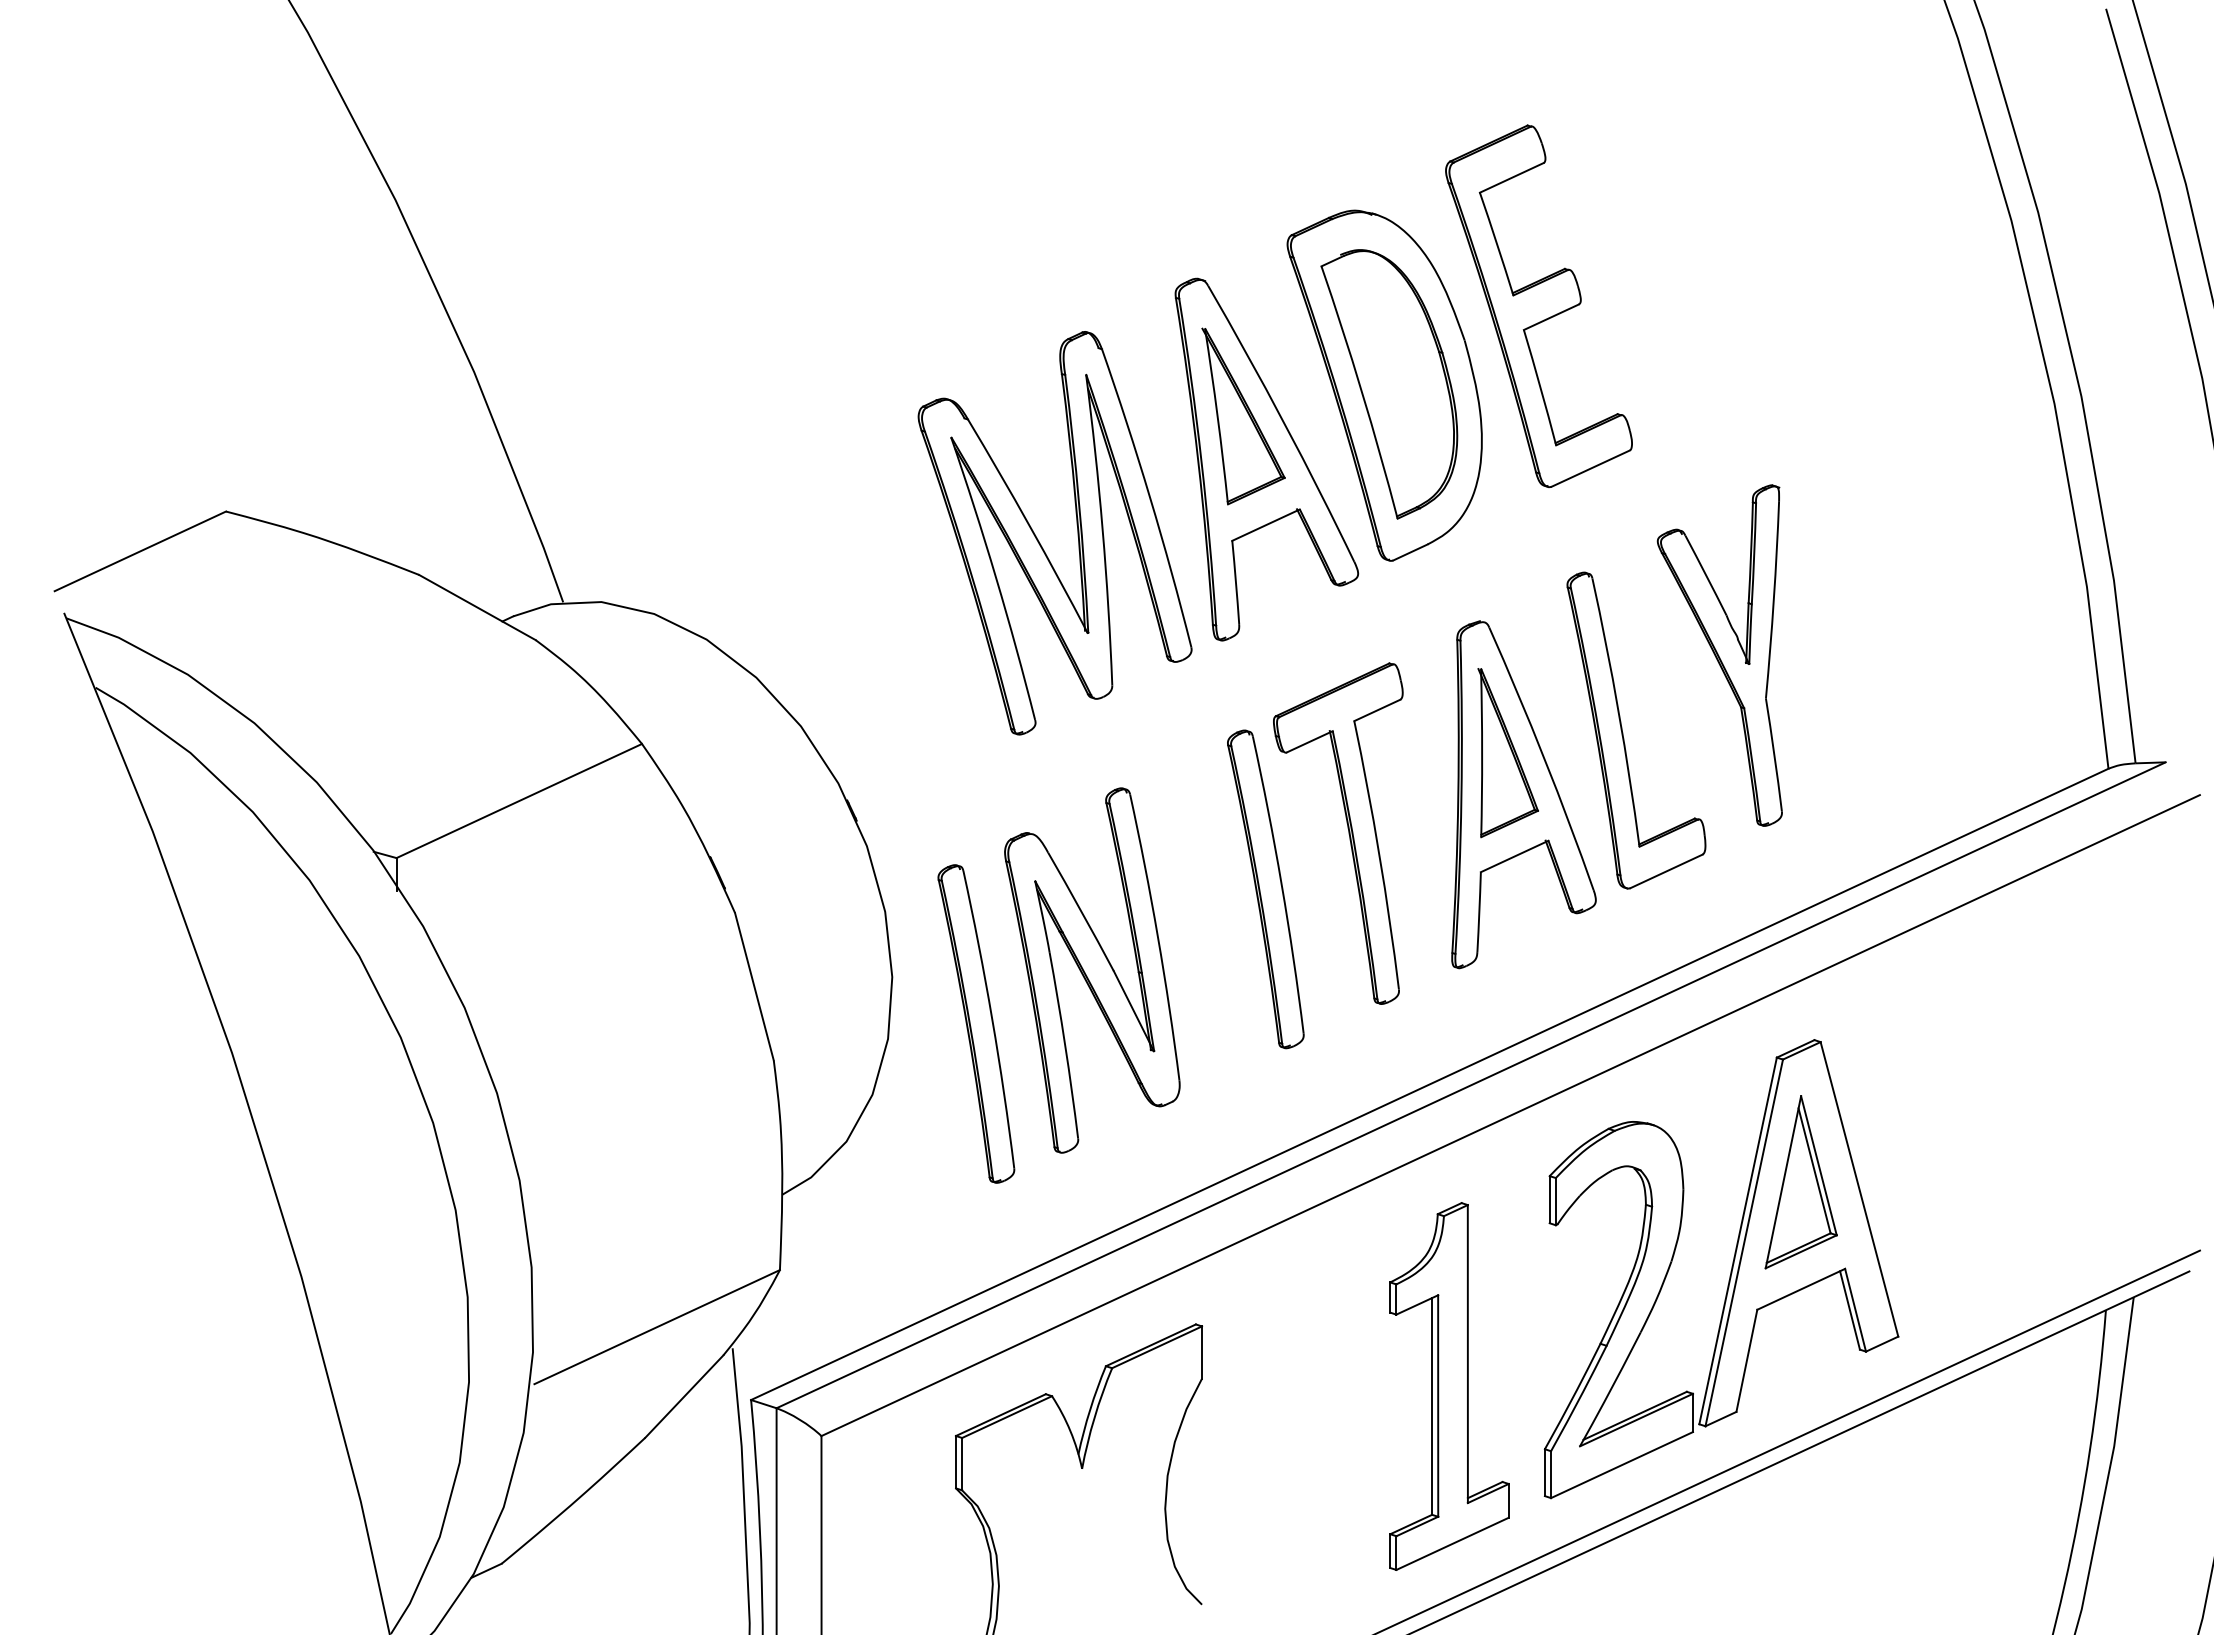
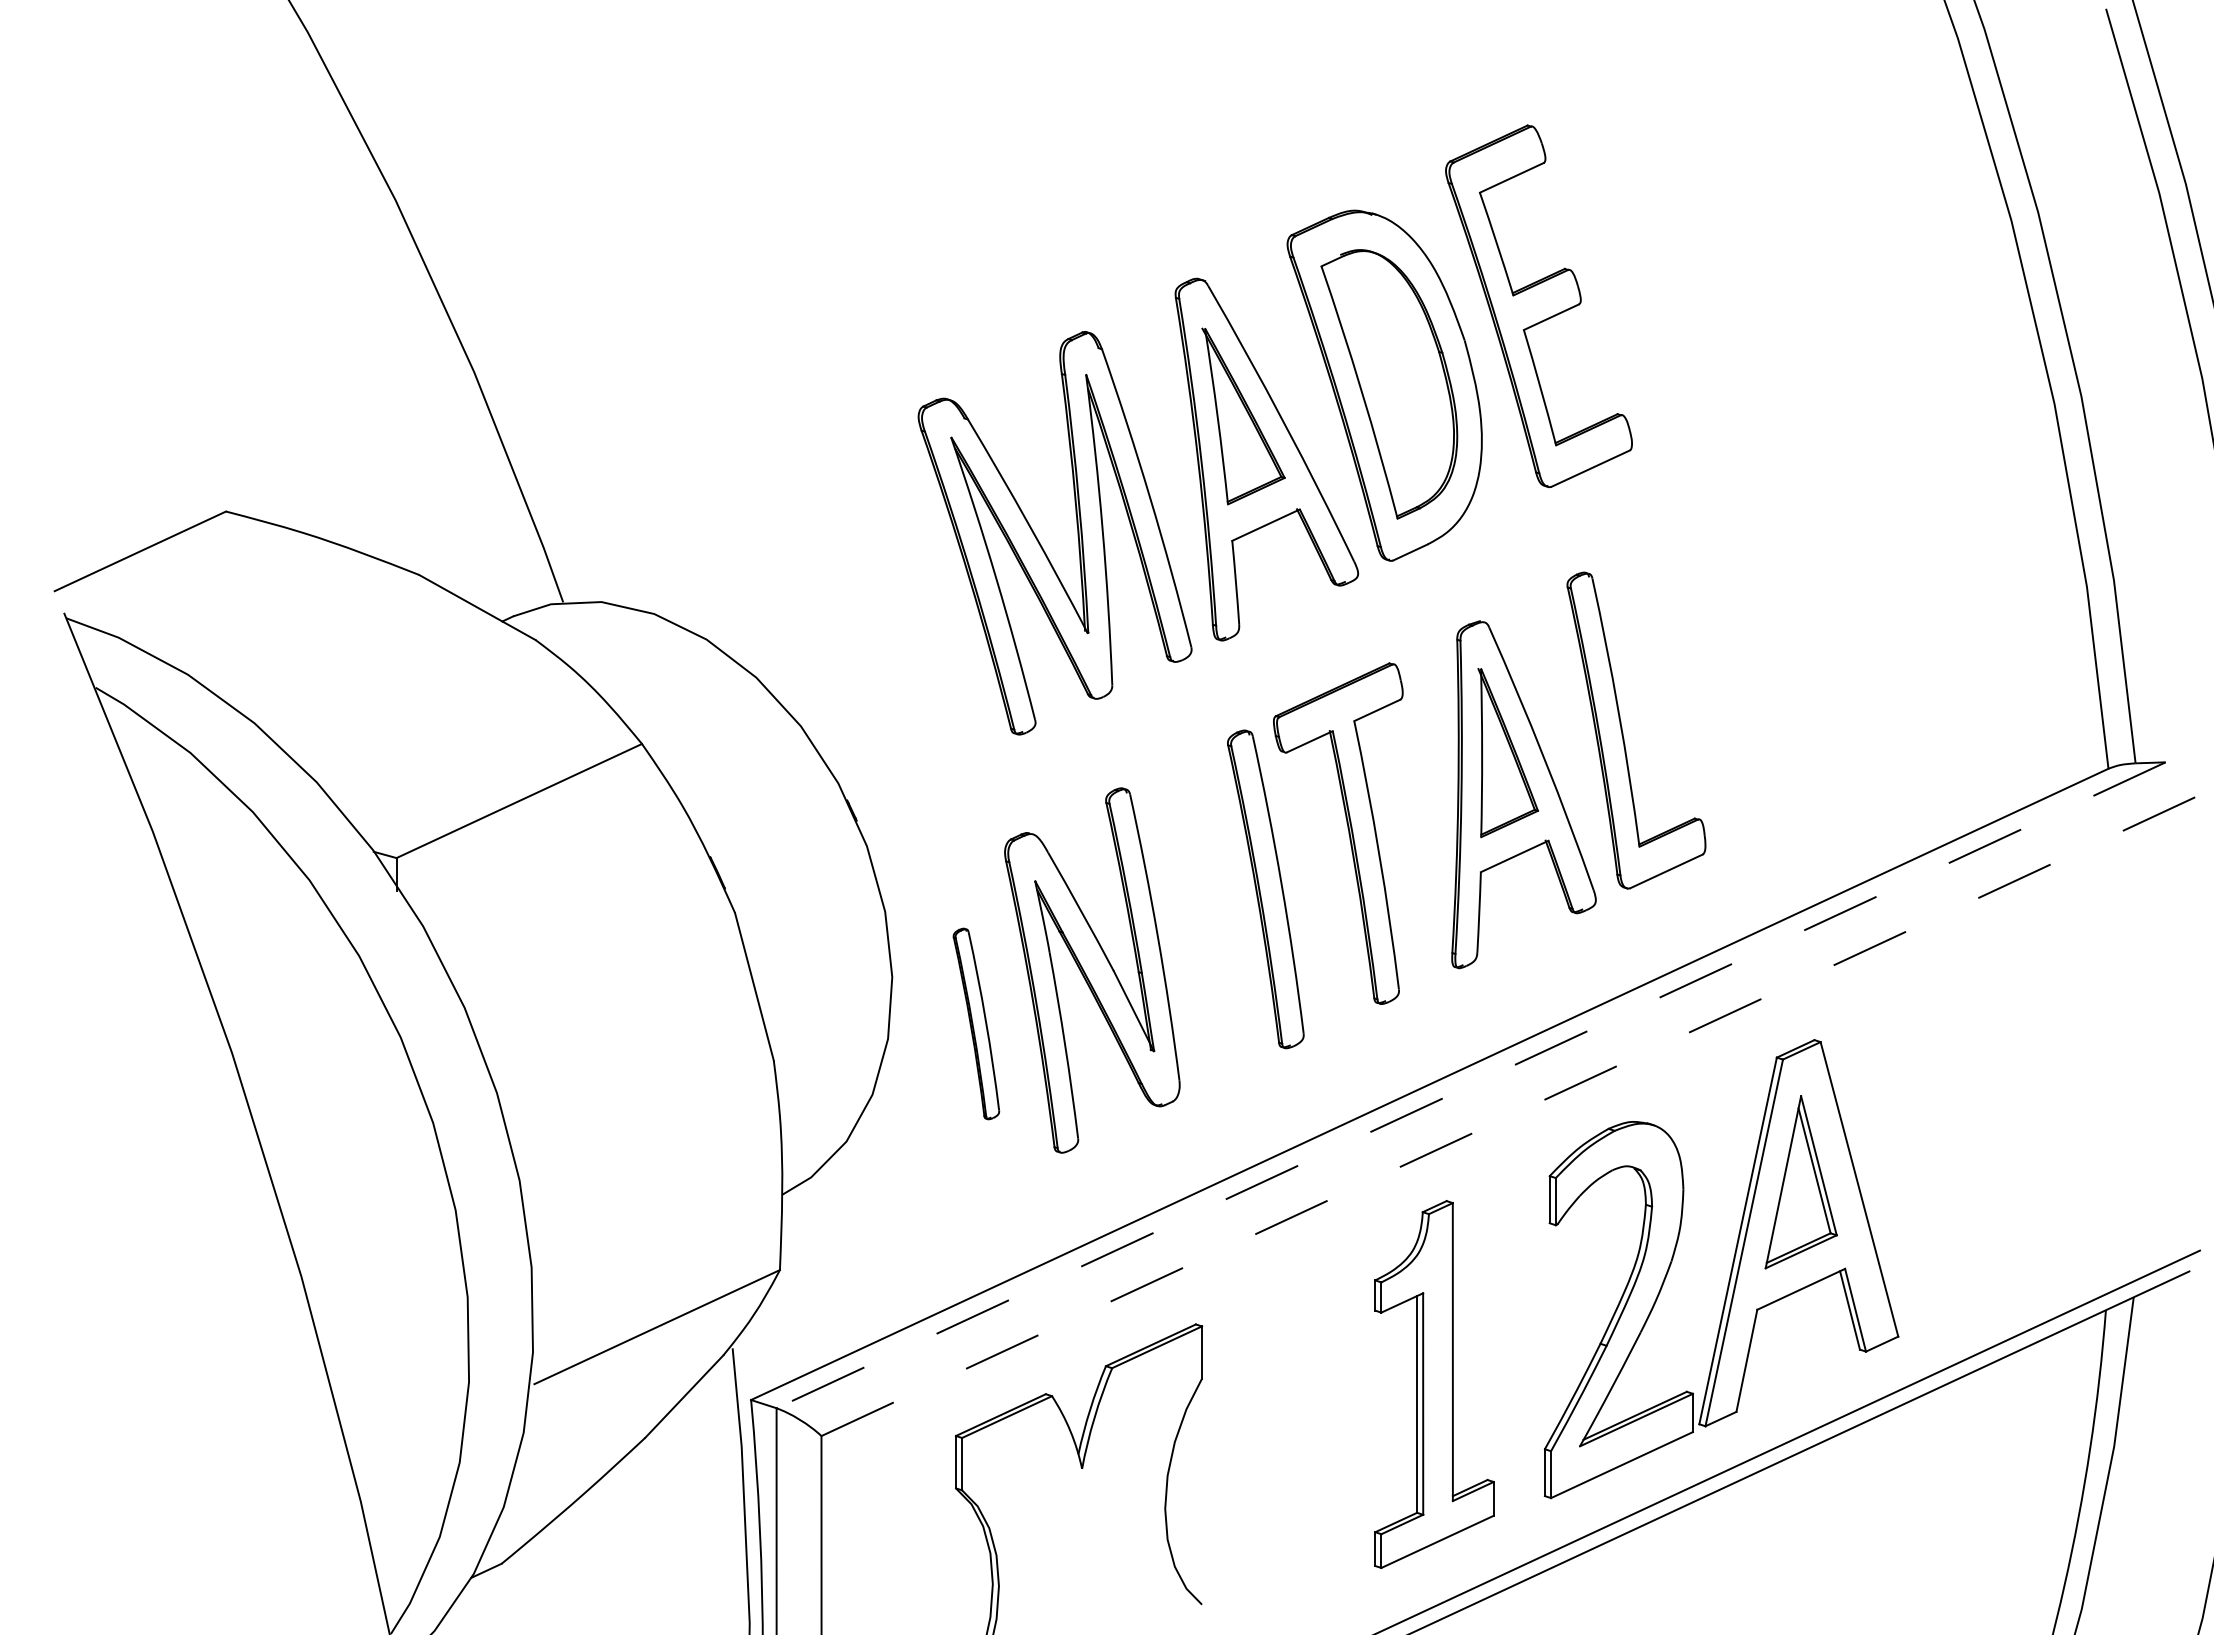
part at (1719, 655): present -> none
part at (976, 1023) size: 79x320 px -> 49x194 px
line at (1471, 1085): solid -> dashed
line at (1511, 1115): solid -> dashed
part at (1449, 1386) position: (1449, 1386) -> (1434, 1384)
